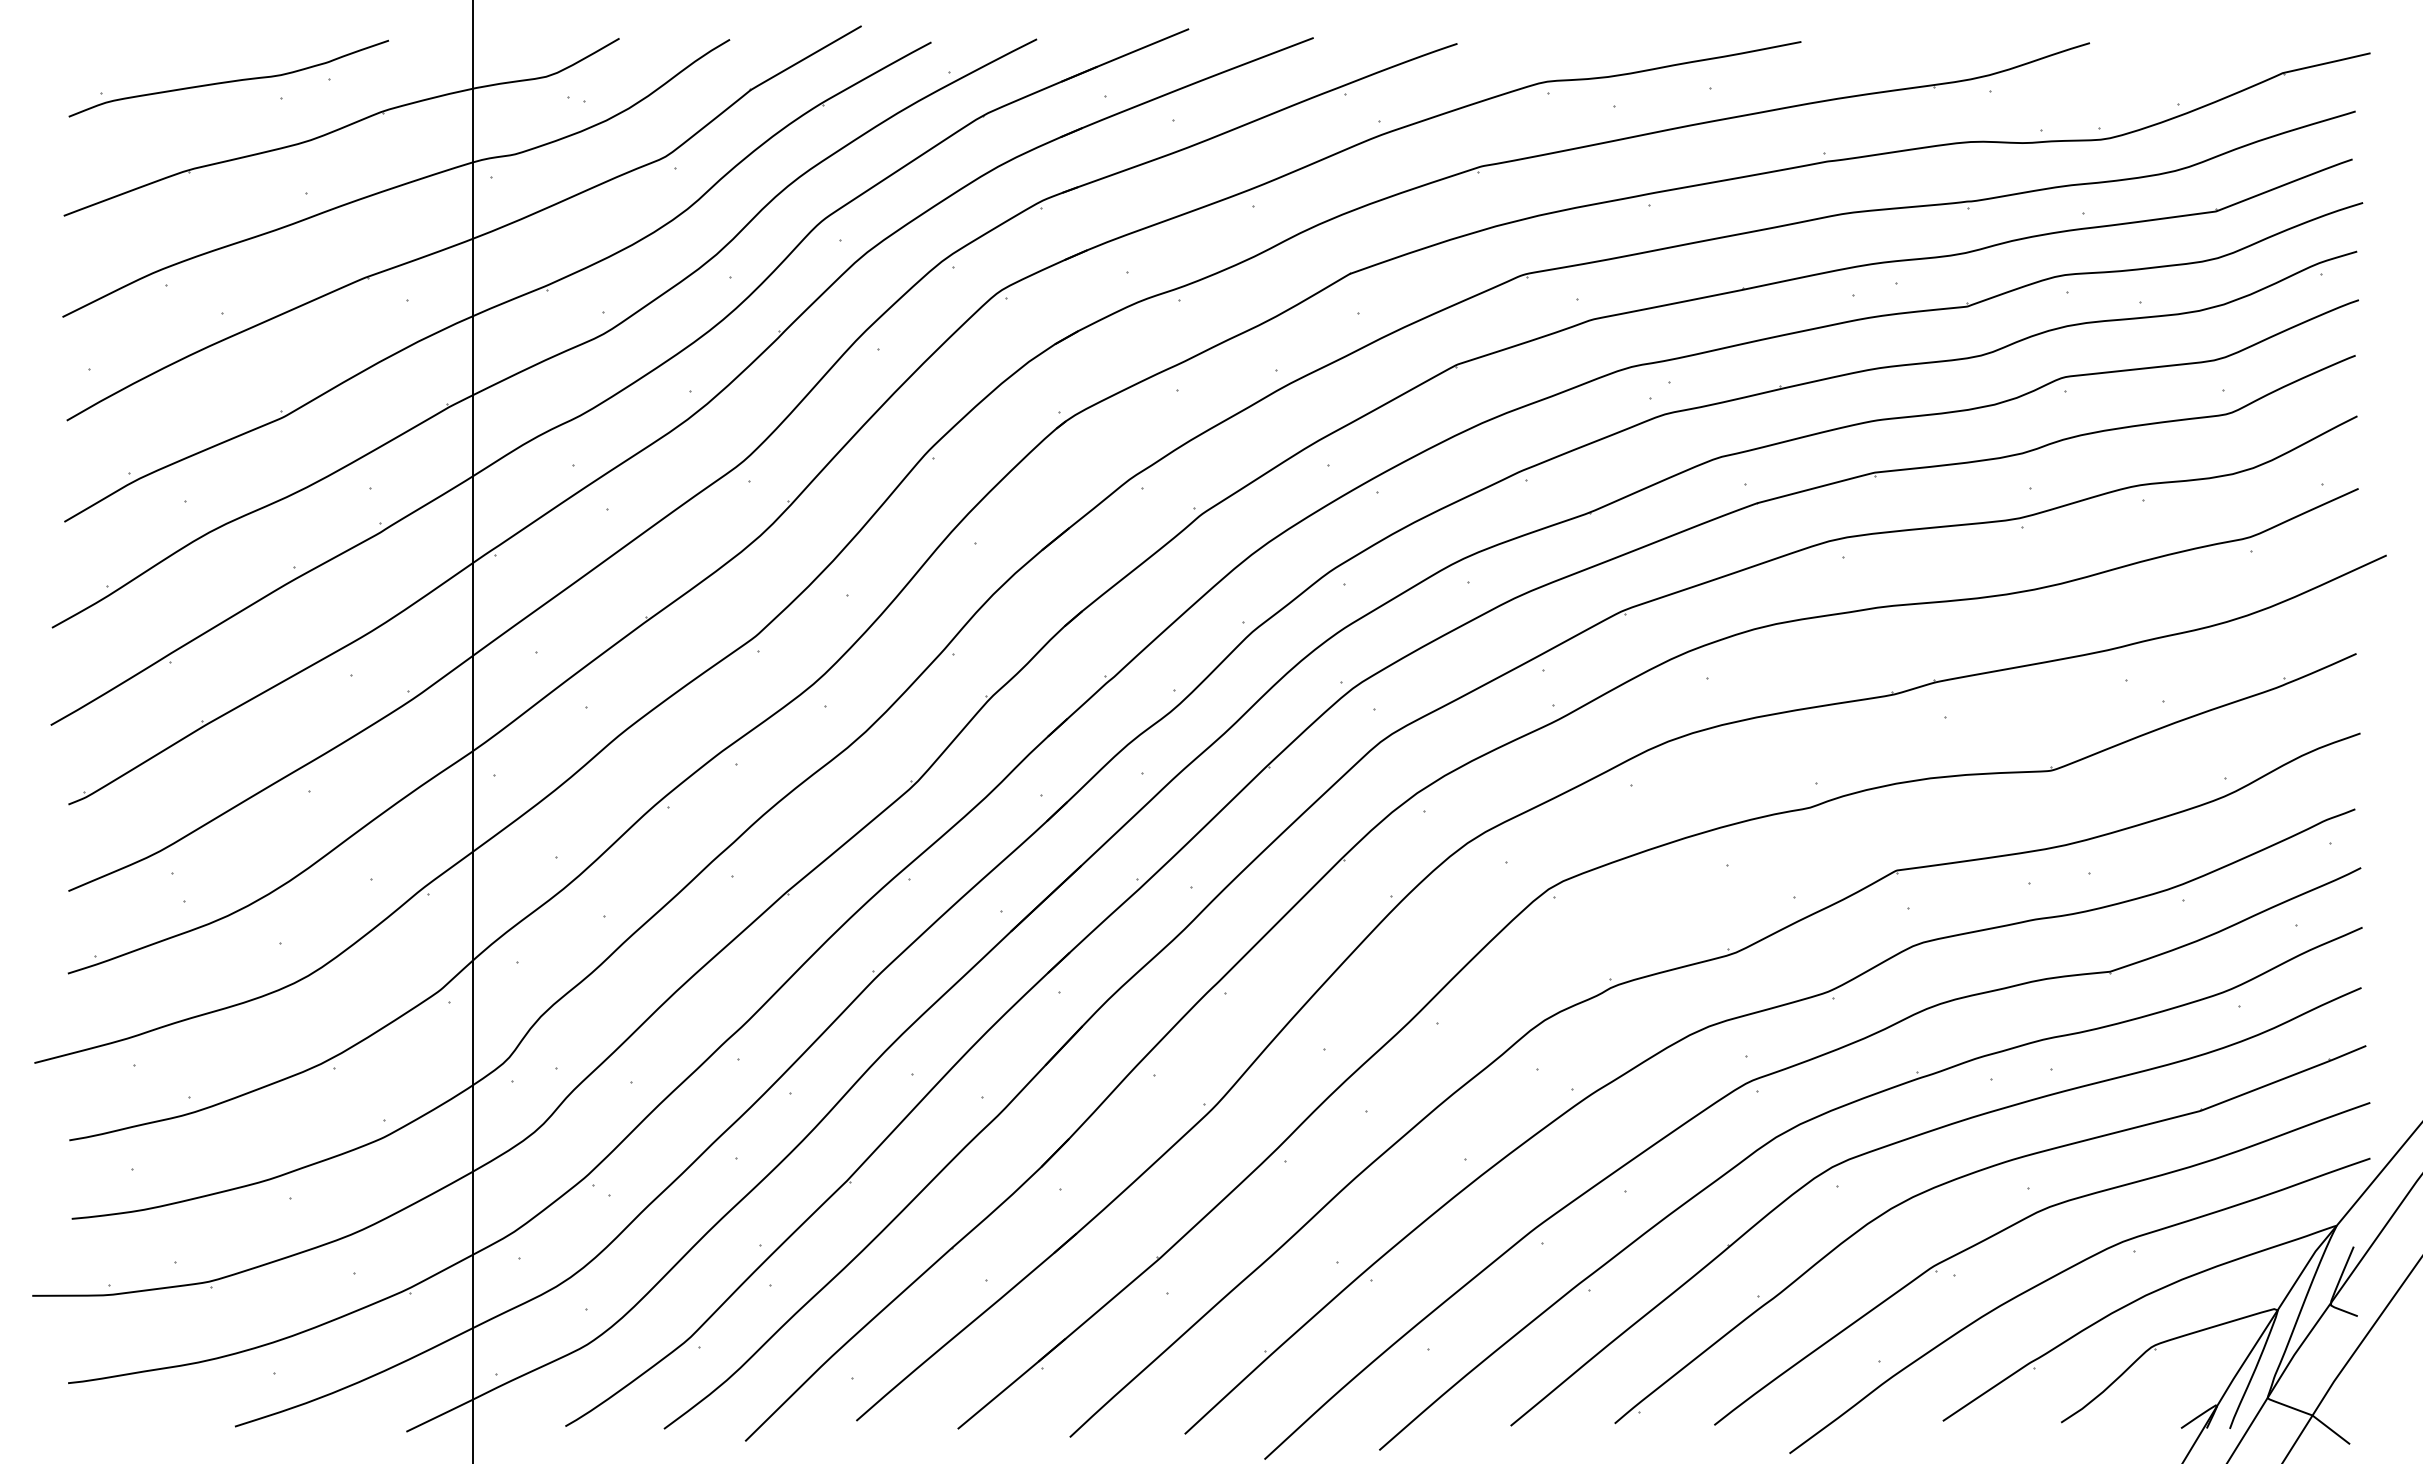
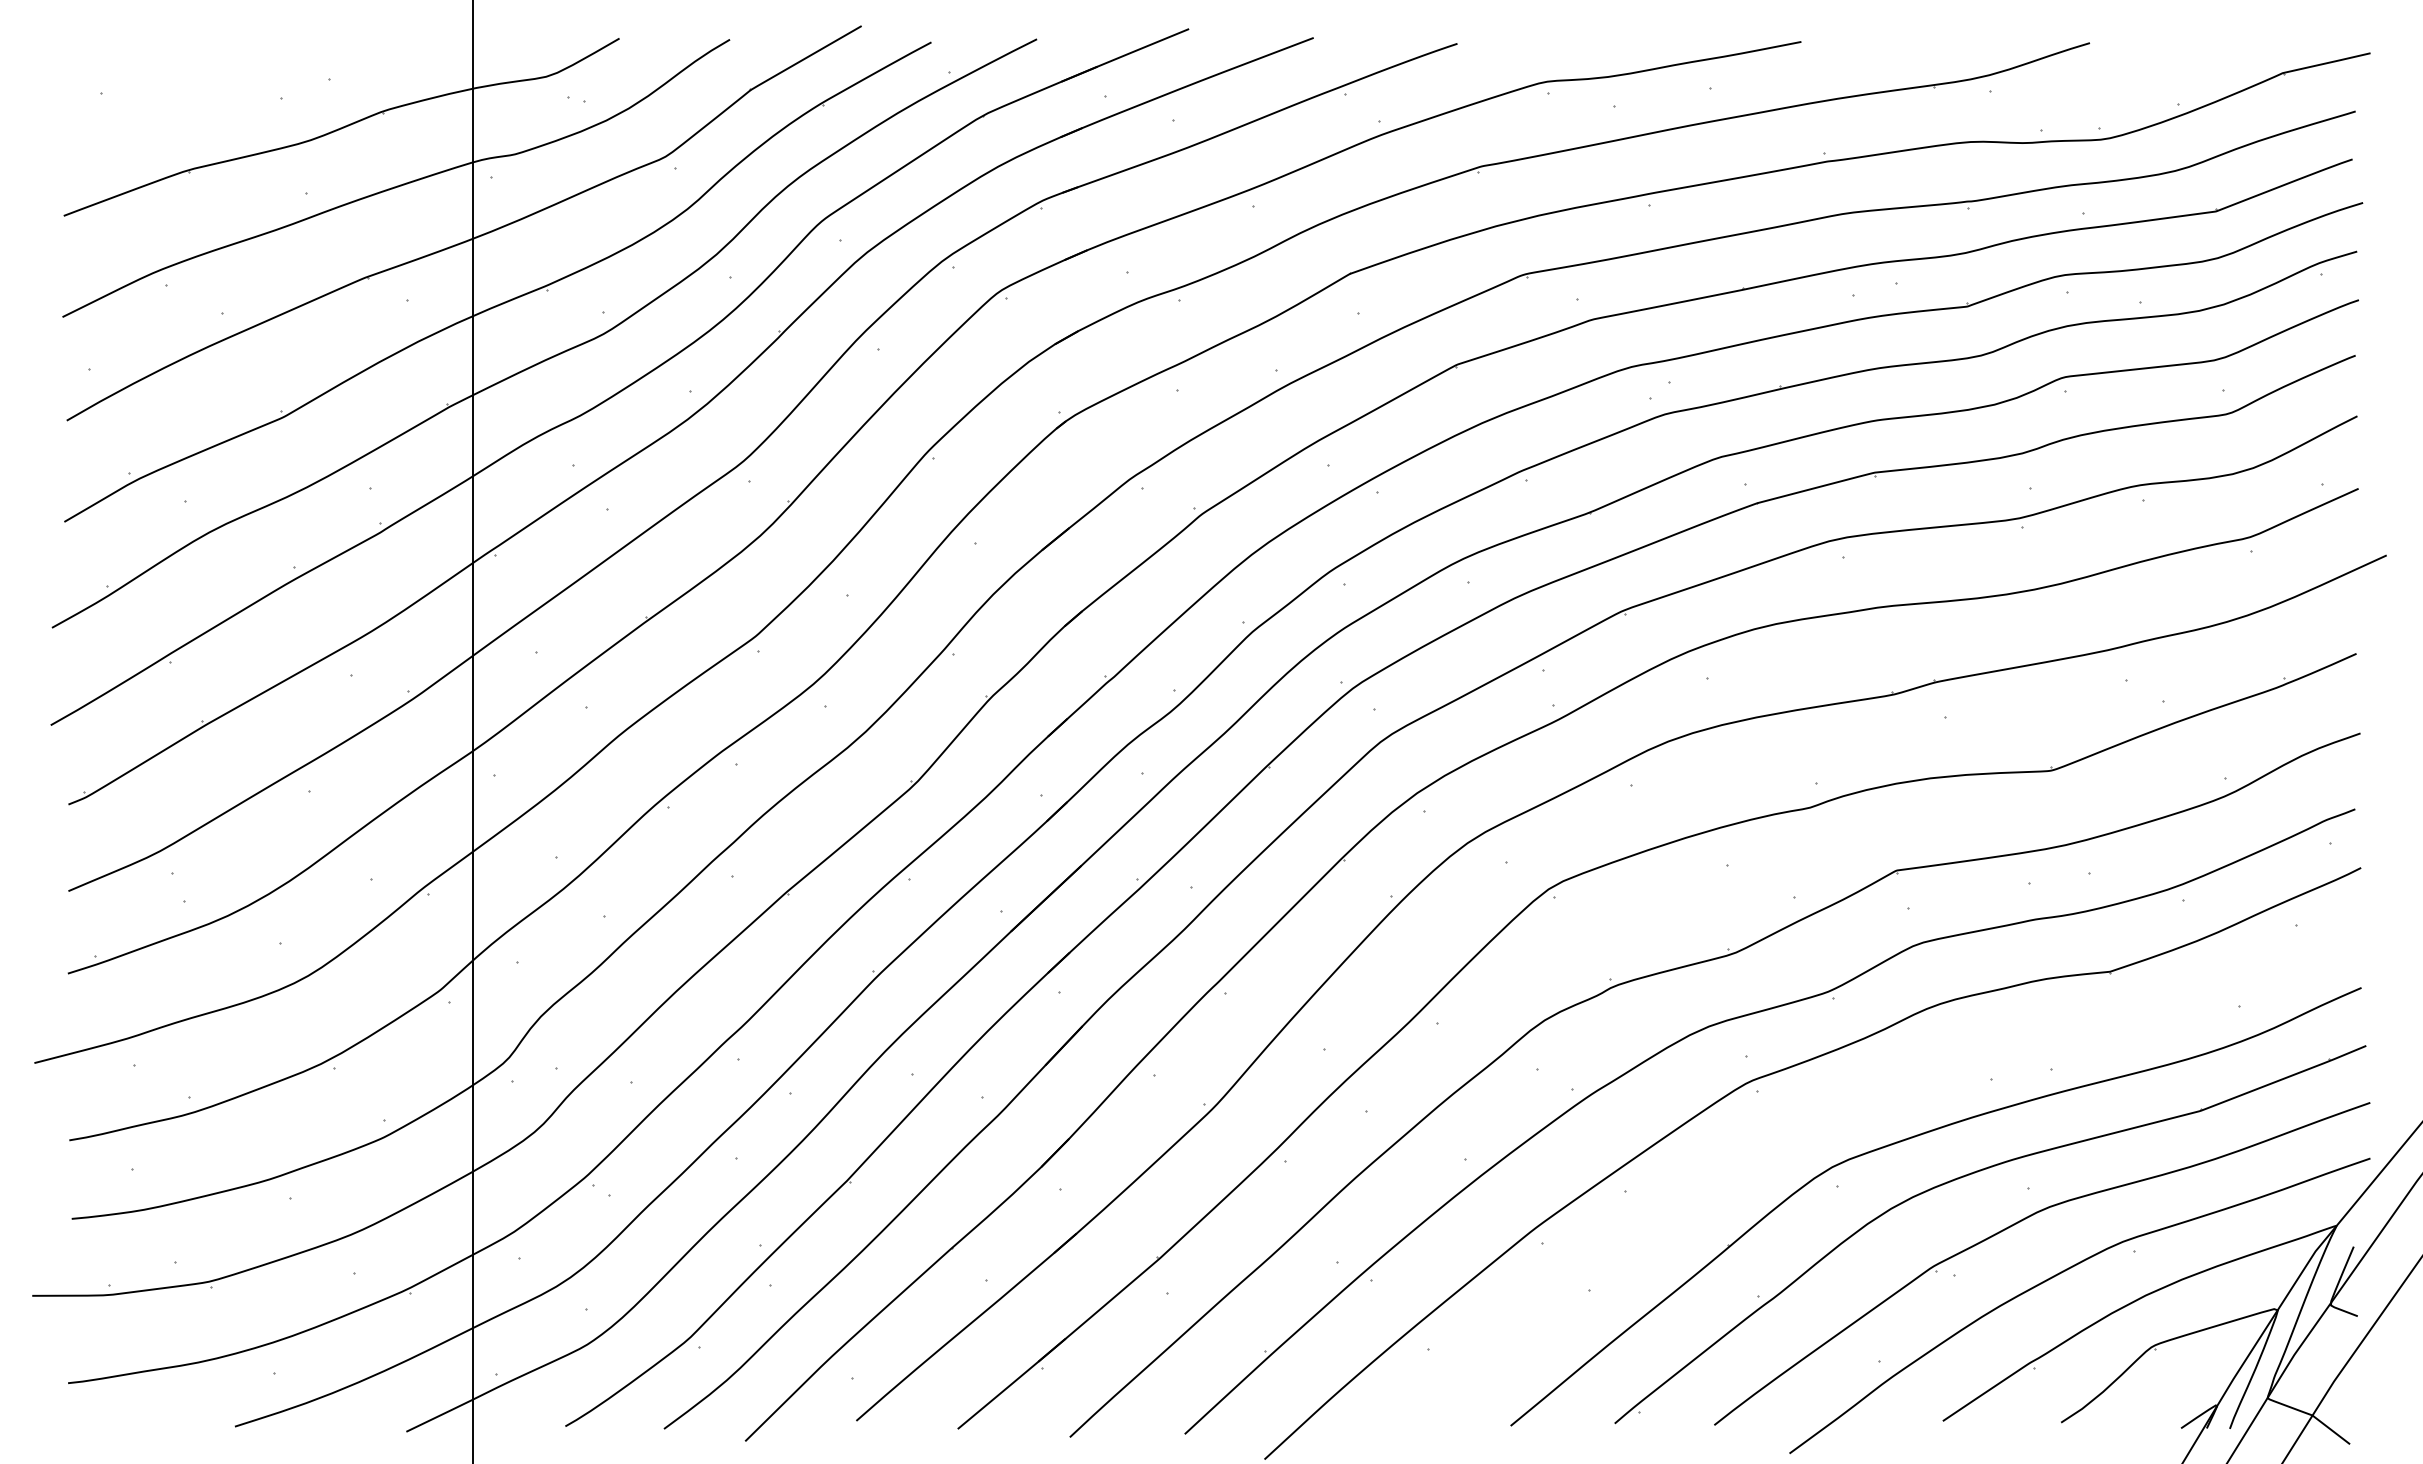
curve at (229, 80): present -> none
part at (1840, 1108): present -> none
